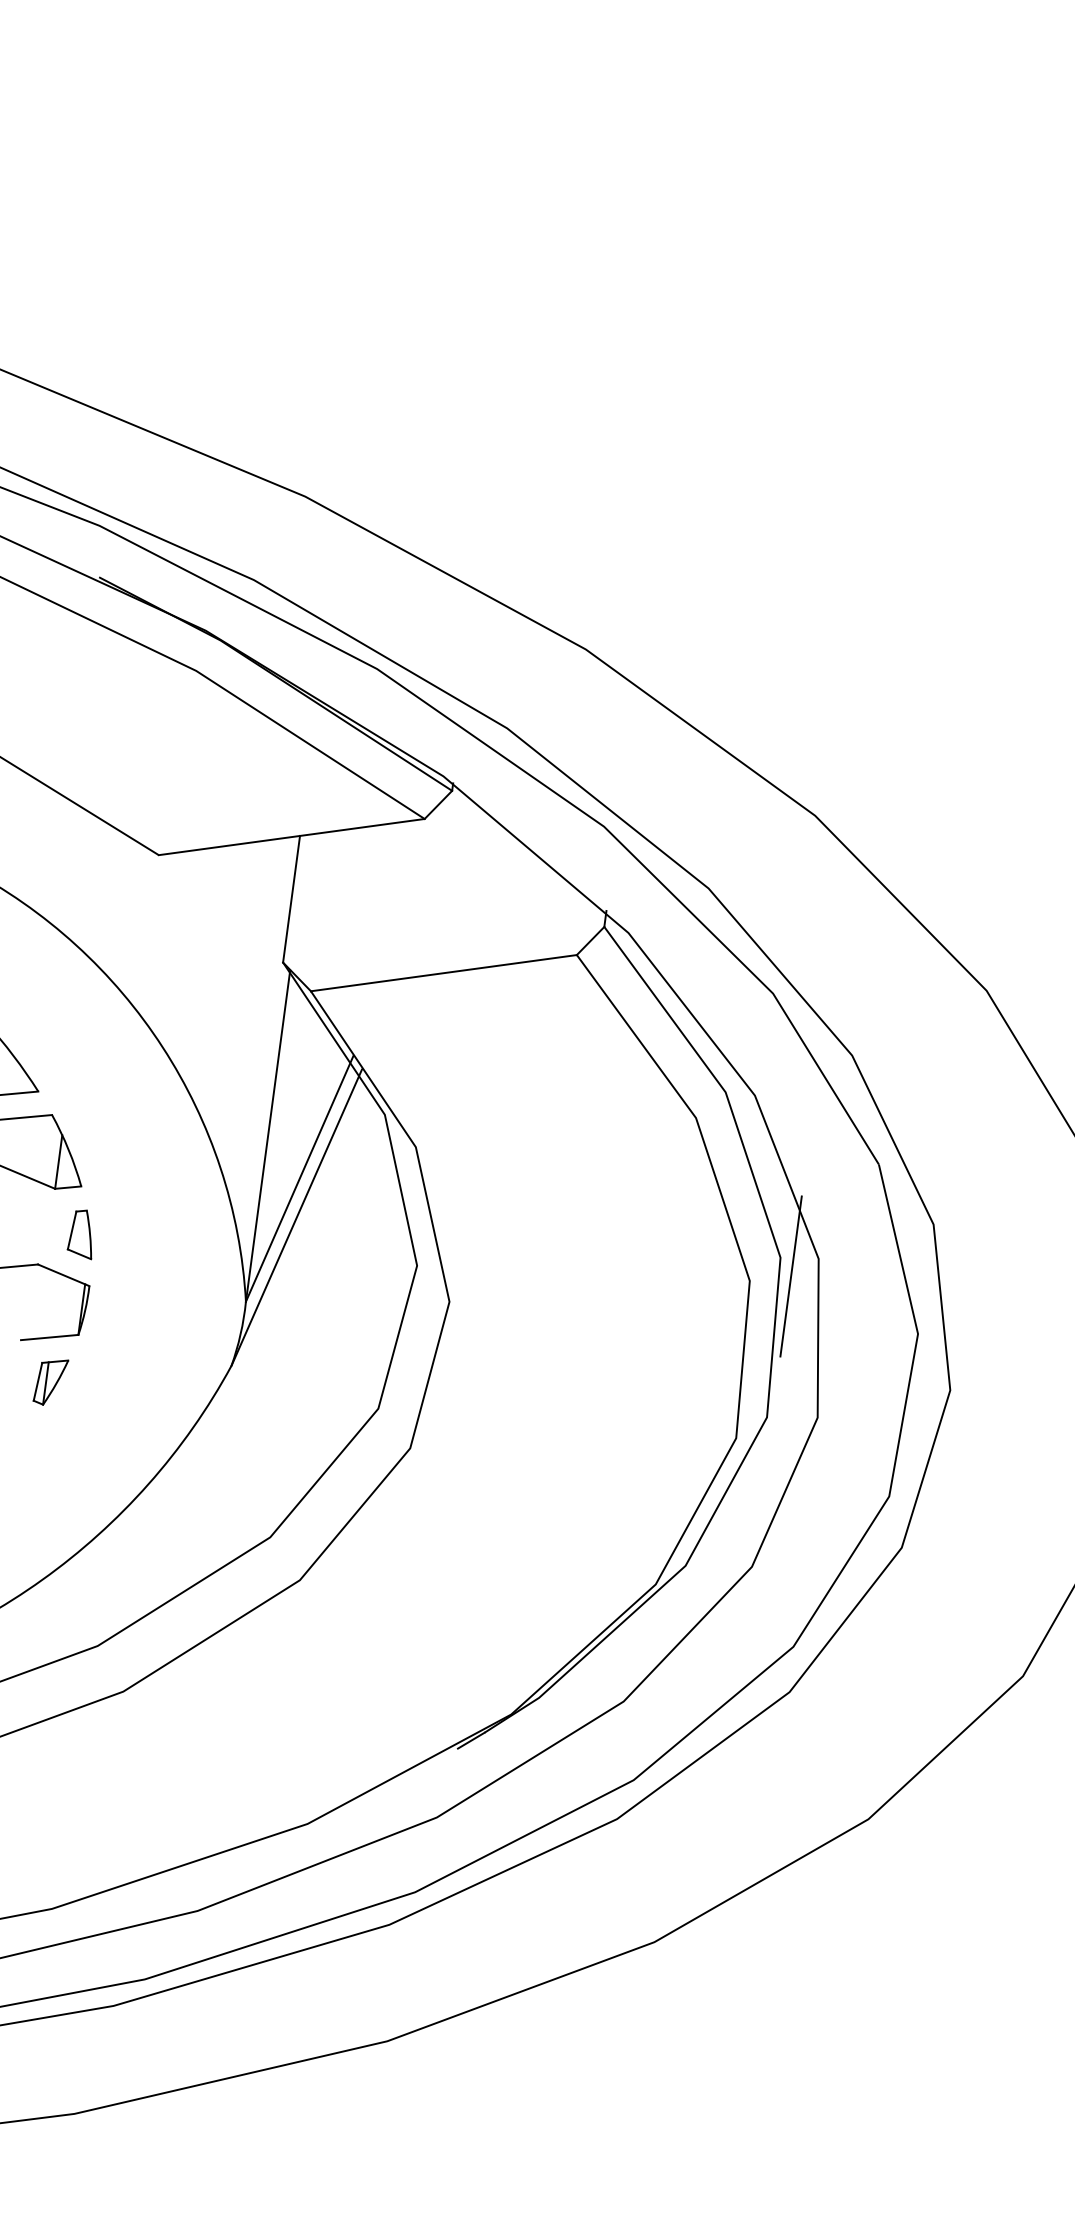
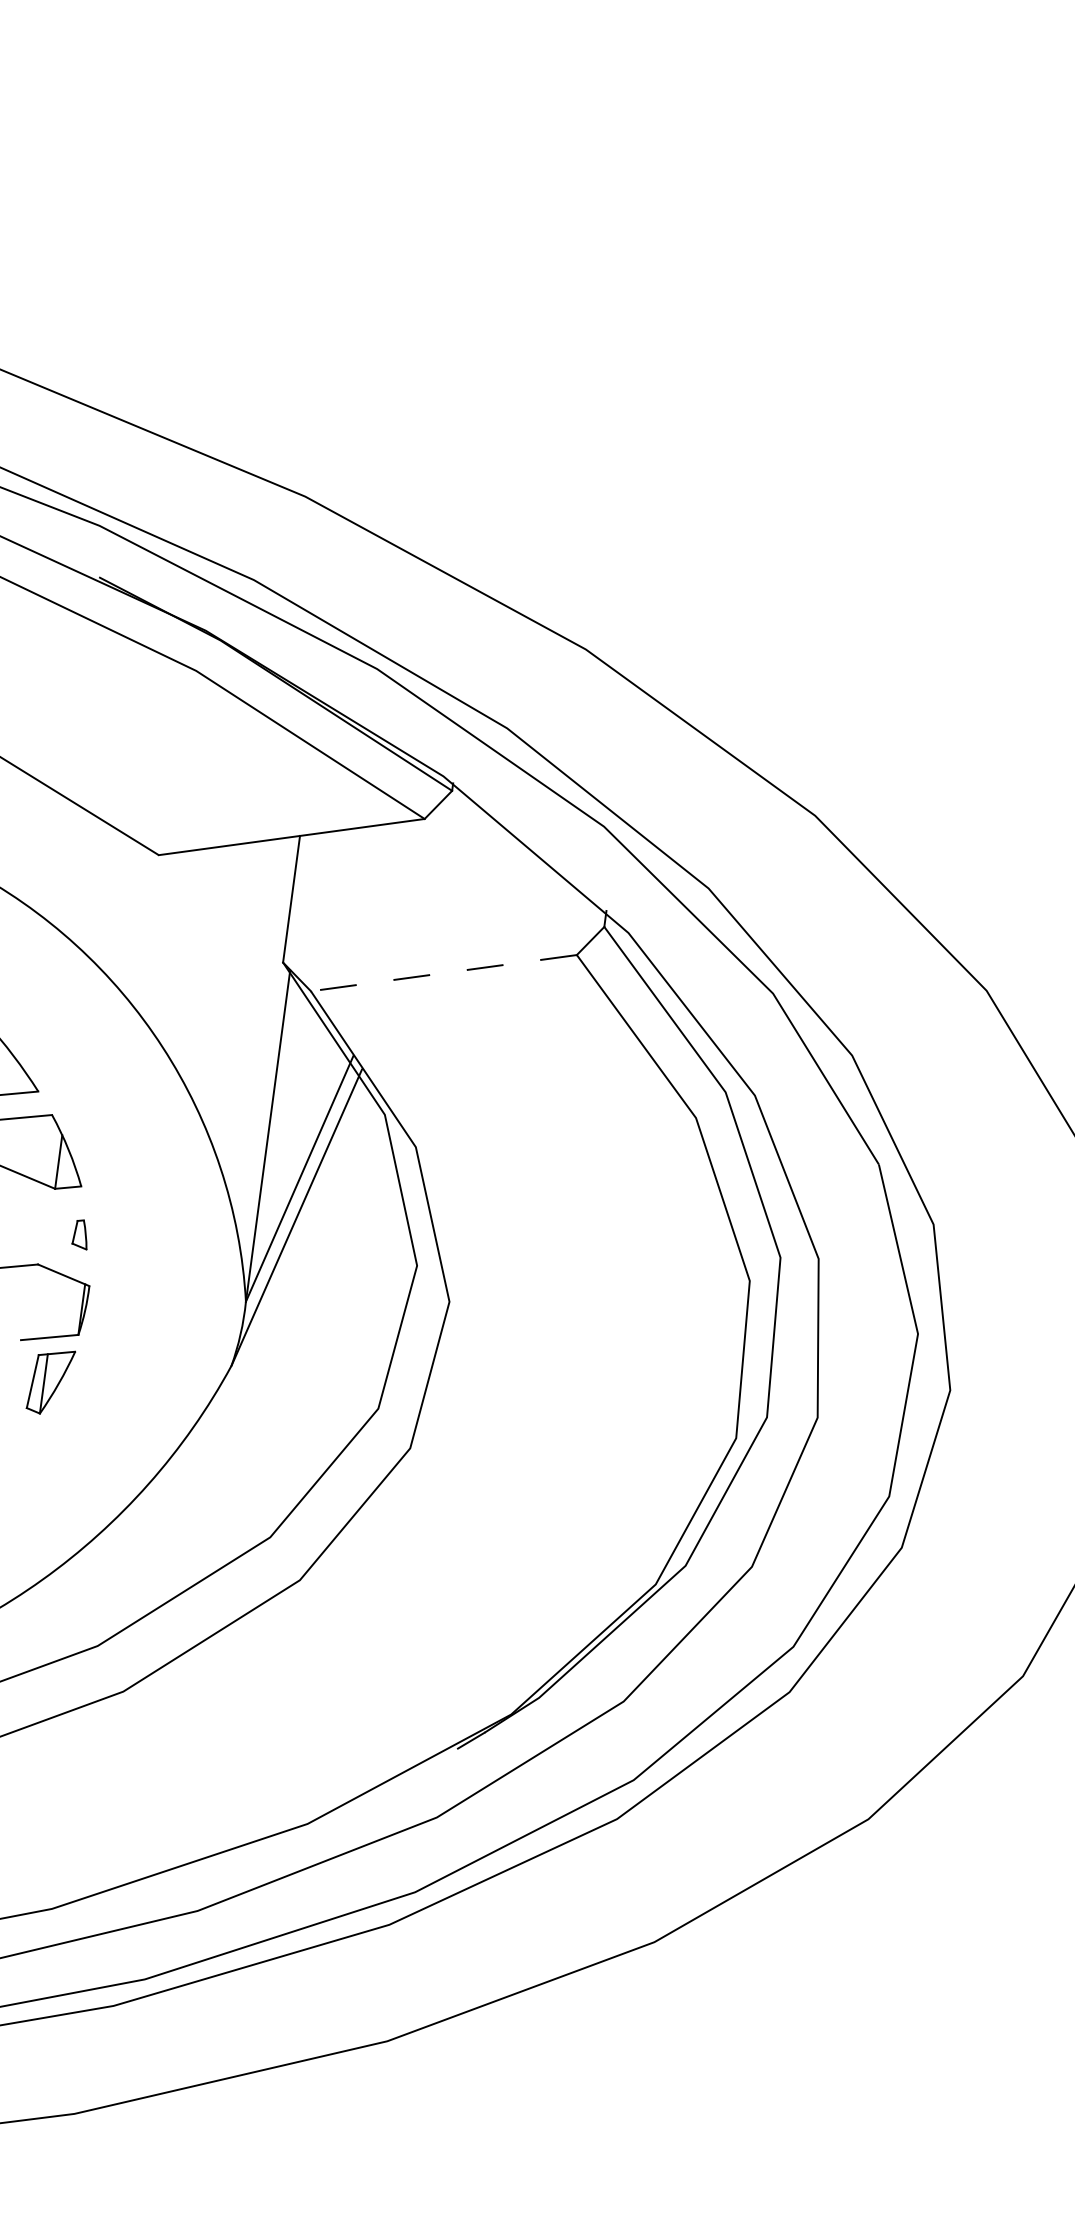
line at (443, 973): solid -> dashed
part at (79, 1234) size: 27x52 px -> 17x32 px
line at (790, 1276): present -> none
part at (50, 1382) size: 38x47 px -> 52x65 px
